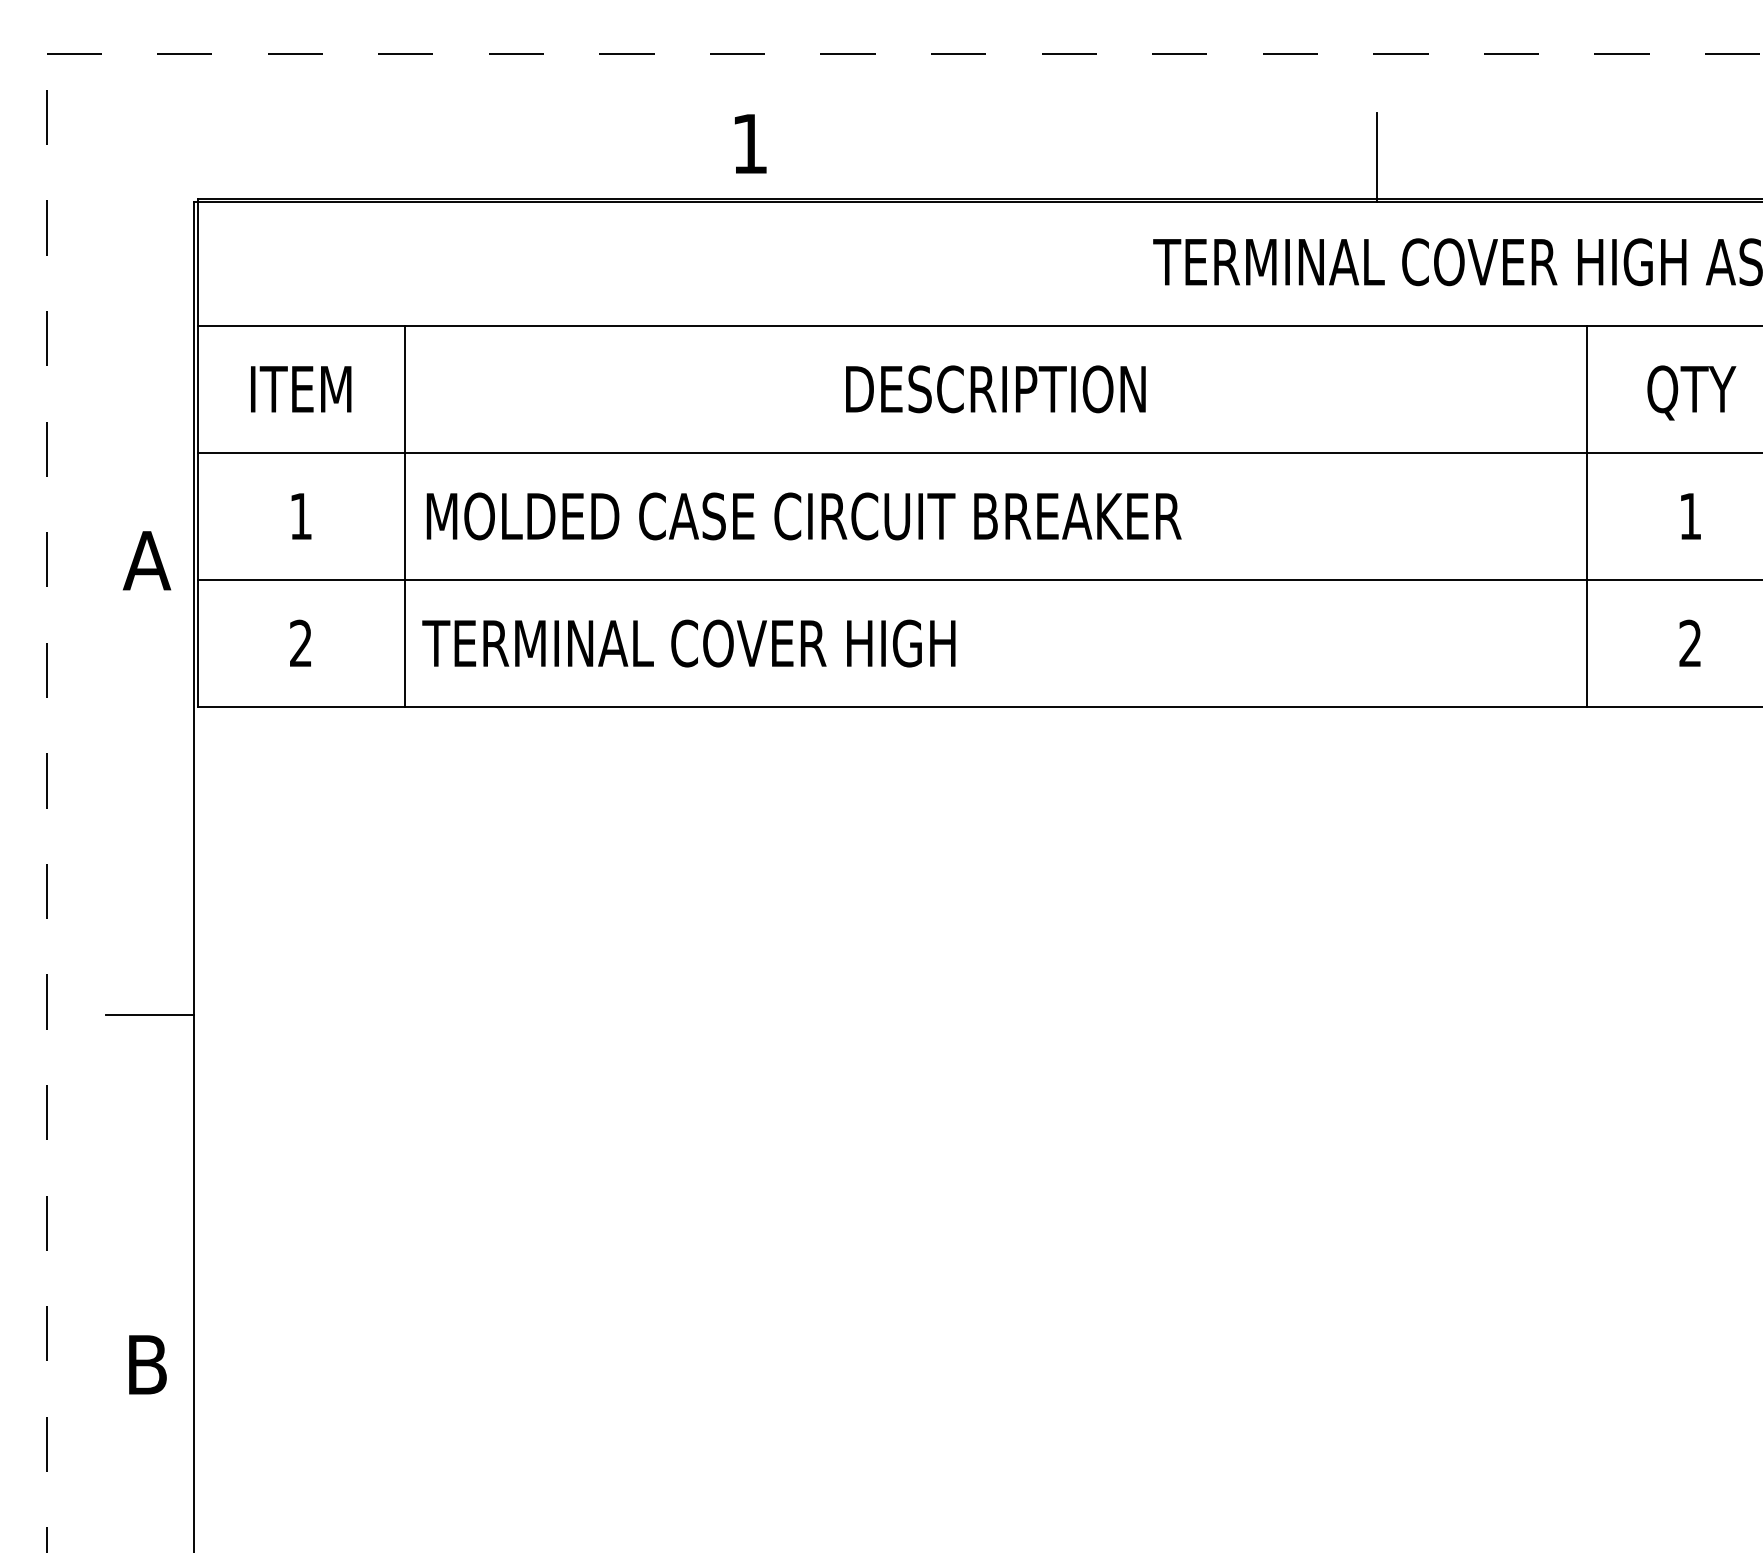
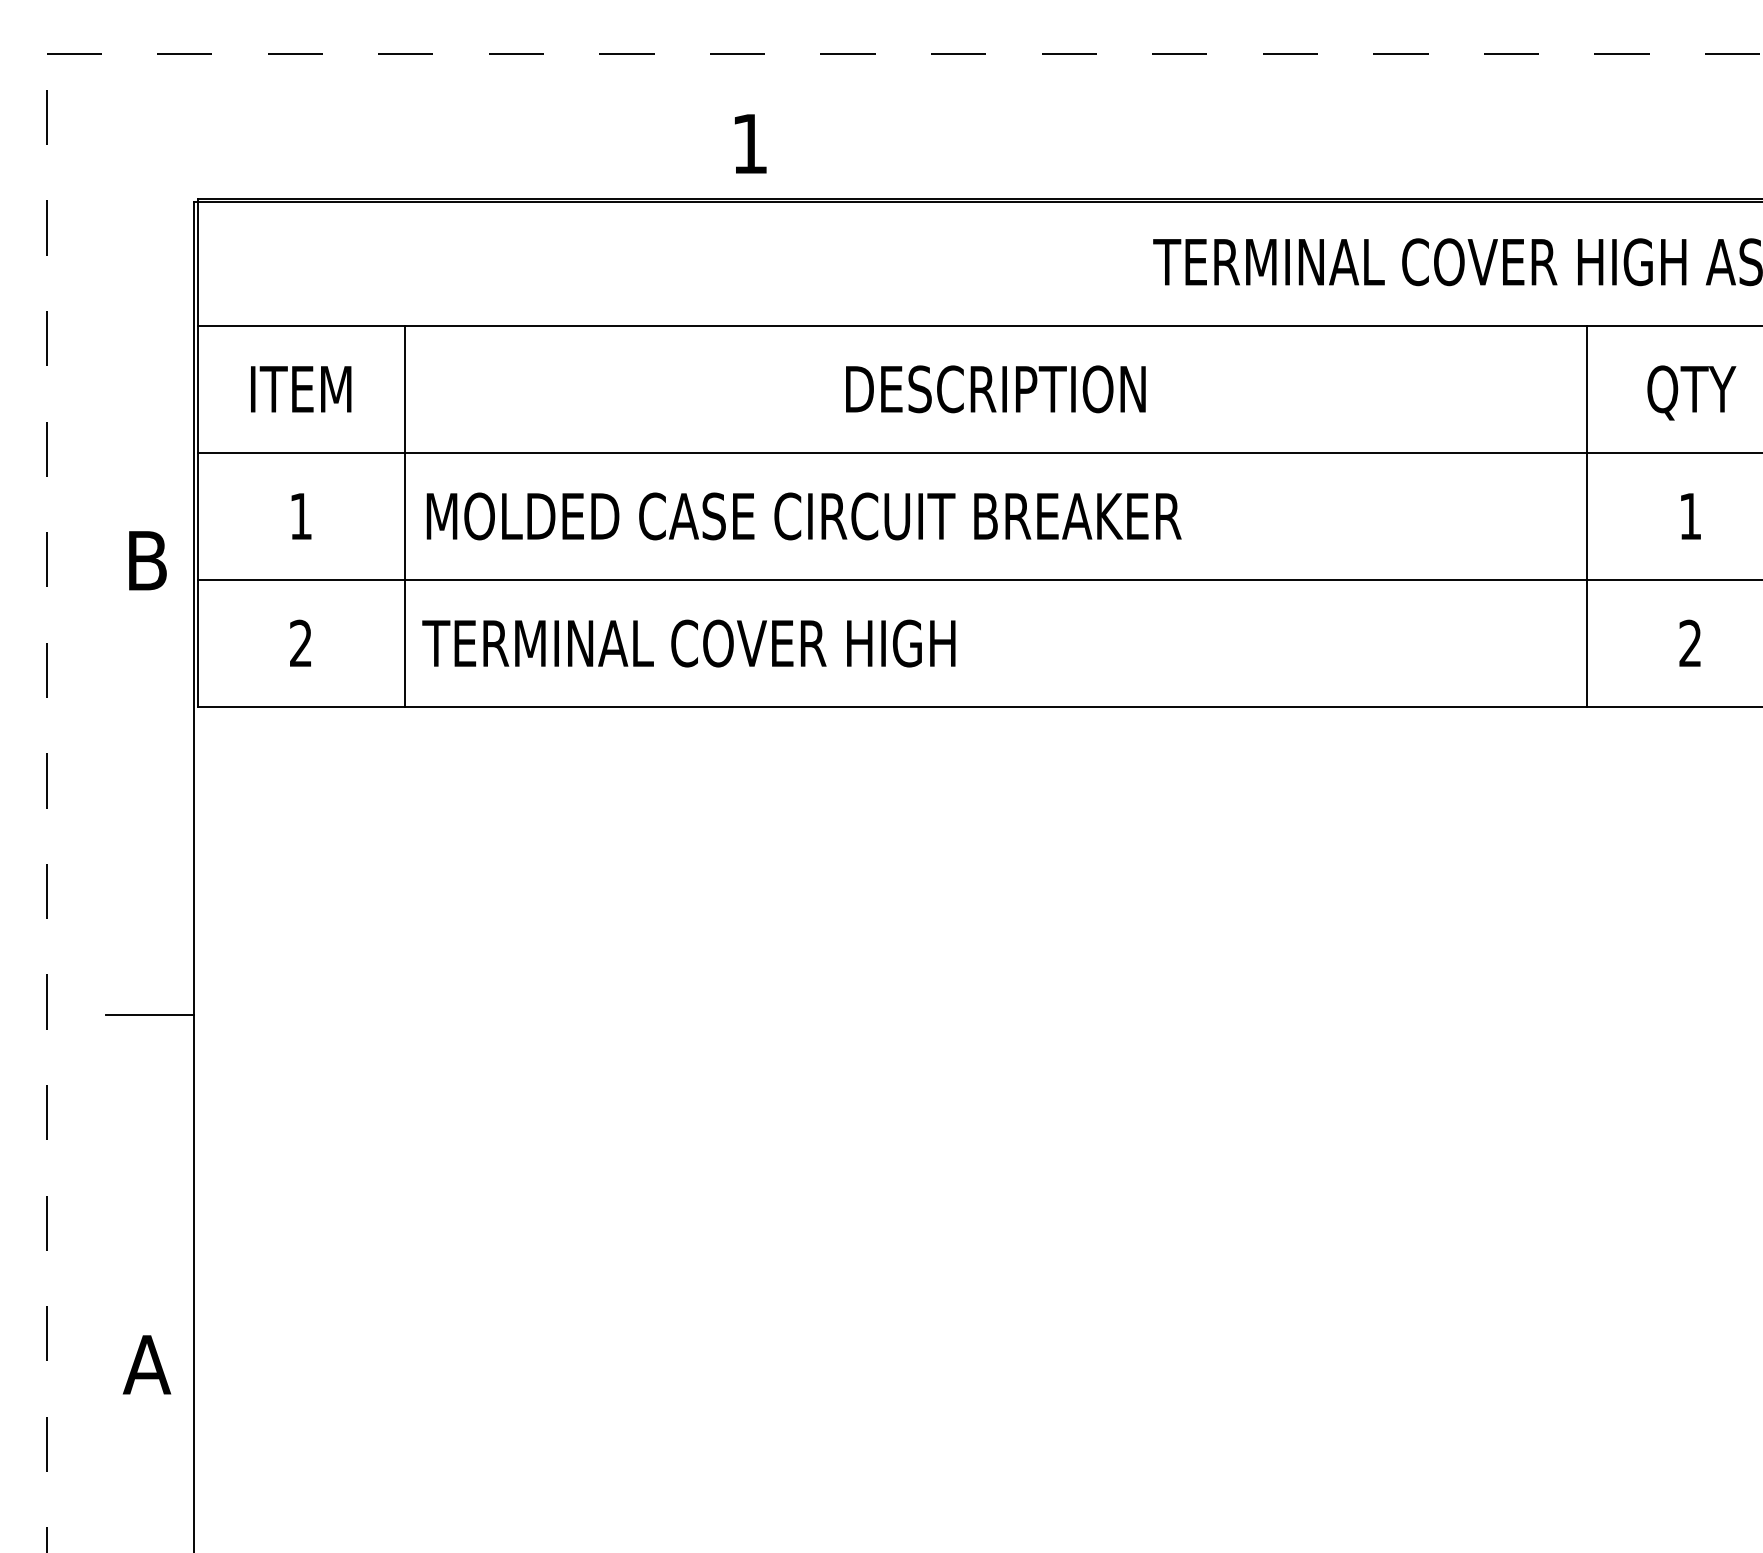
line at (1376, 157): present -> none
text at (146, 560): A -> B
text at (146, 1364): B -> A
